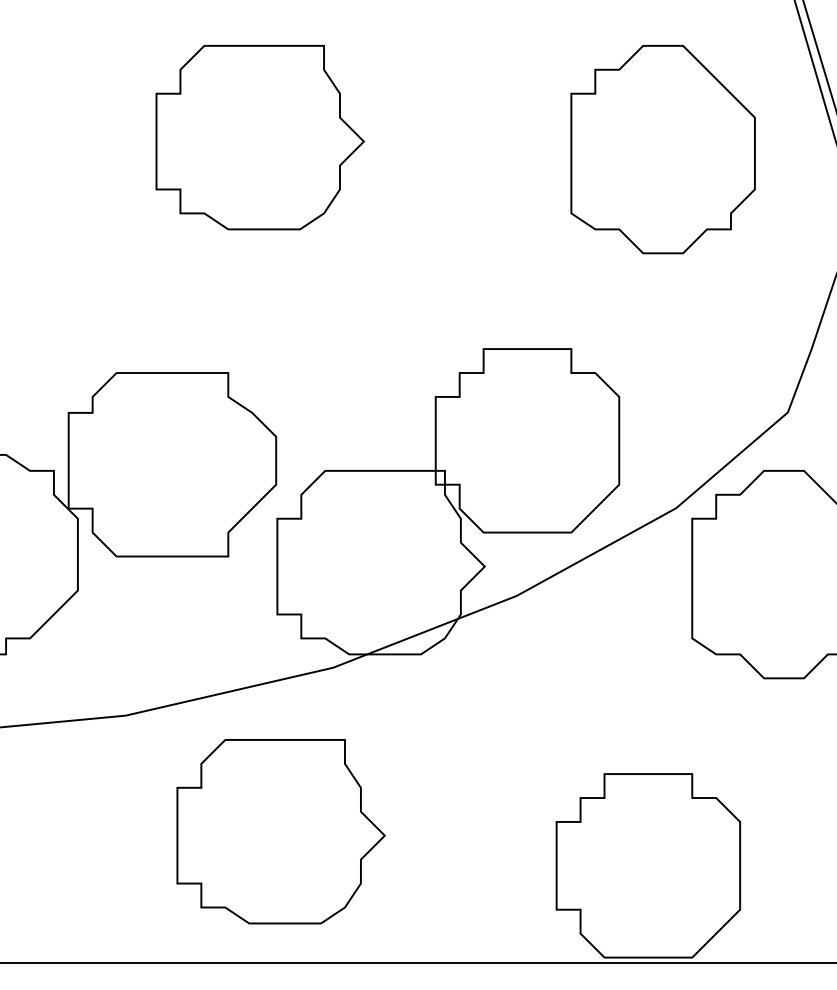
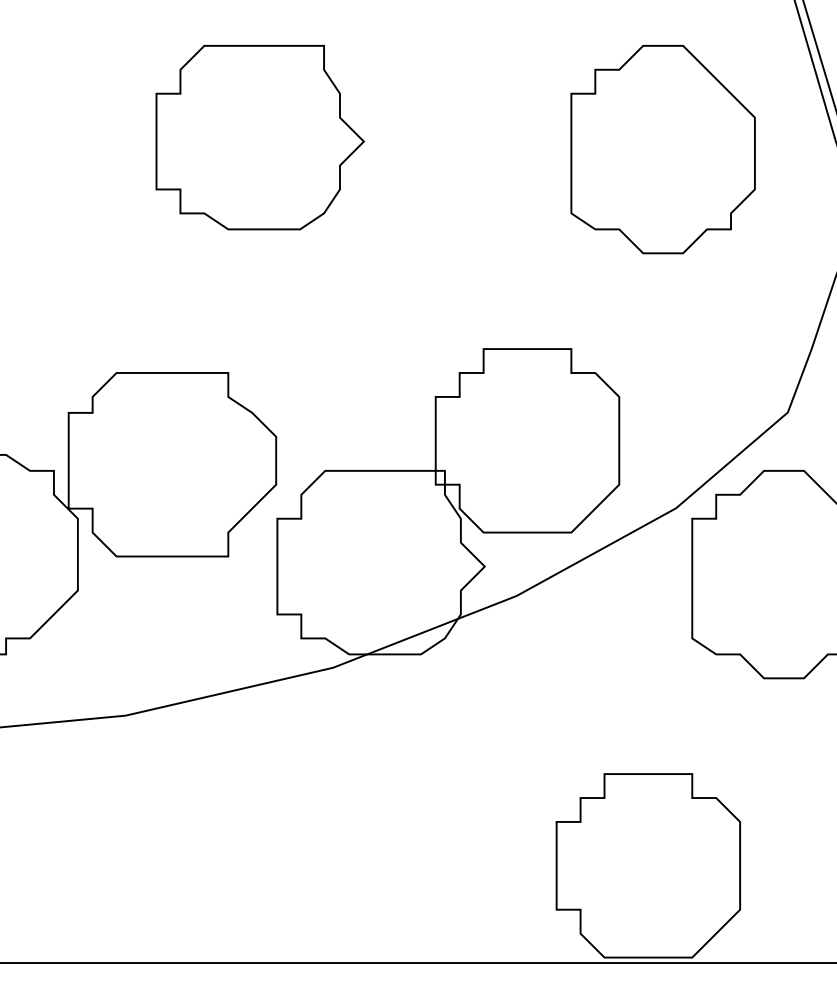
part at (280, 831): present -> none
